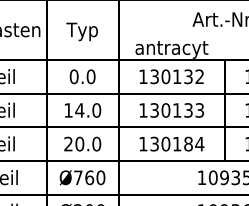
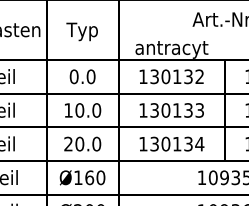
text at (79, 110): 14.0 -> 10.0
text at (188, 143): 130184 -> 130134
text at (78, 177): Ø760 -> Ø160
